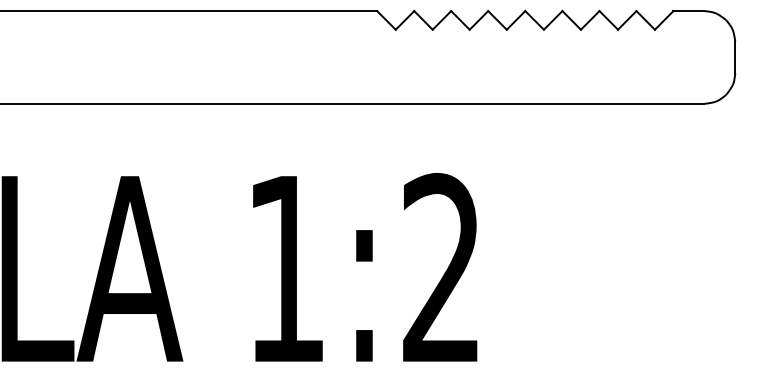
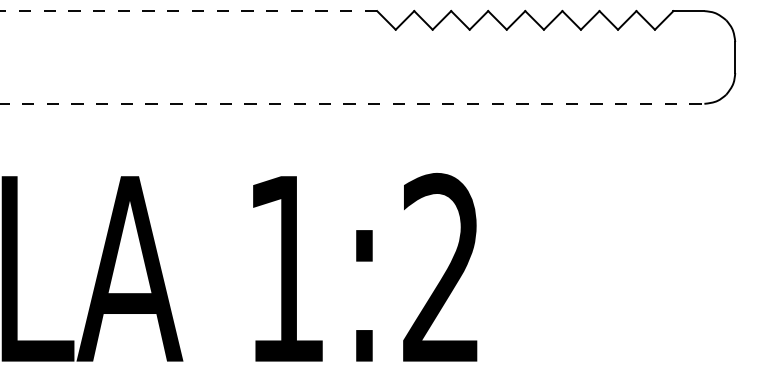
line at (188, 11): solid -> dashed
line at (352, 103): solid -> dashed
